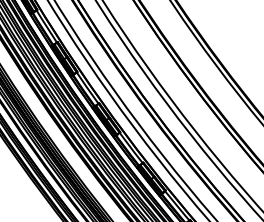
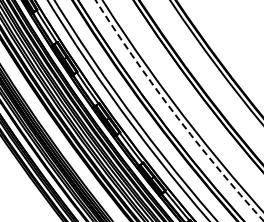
arc at (174, 113): solid -> dashed
